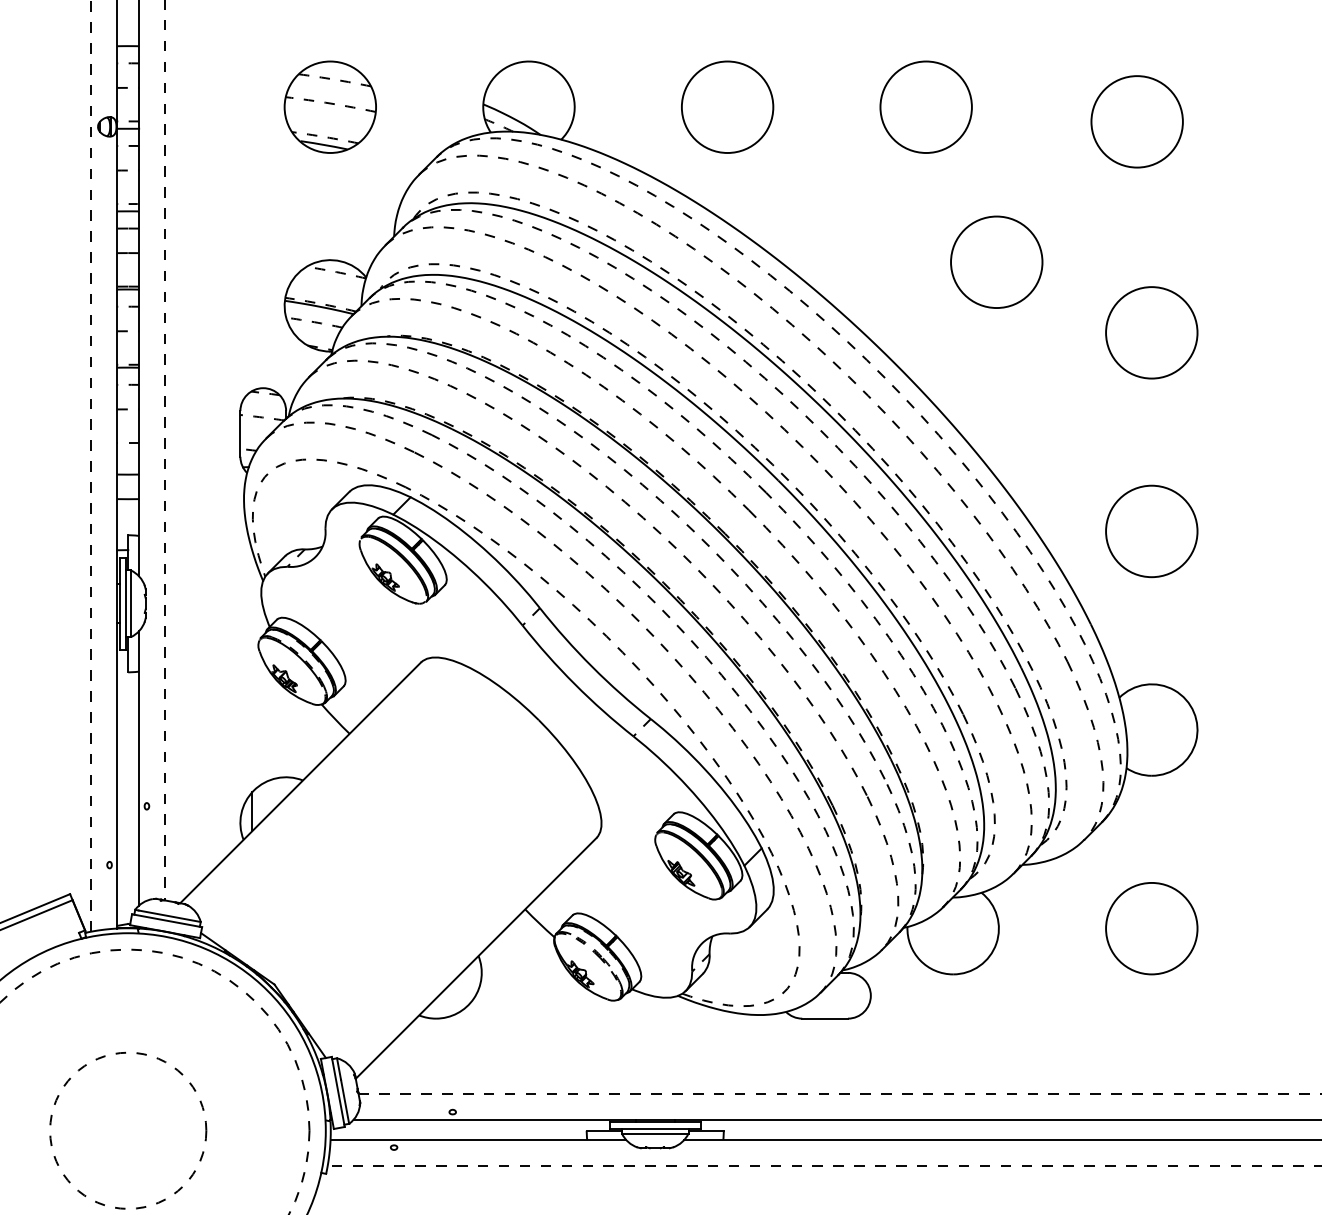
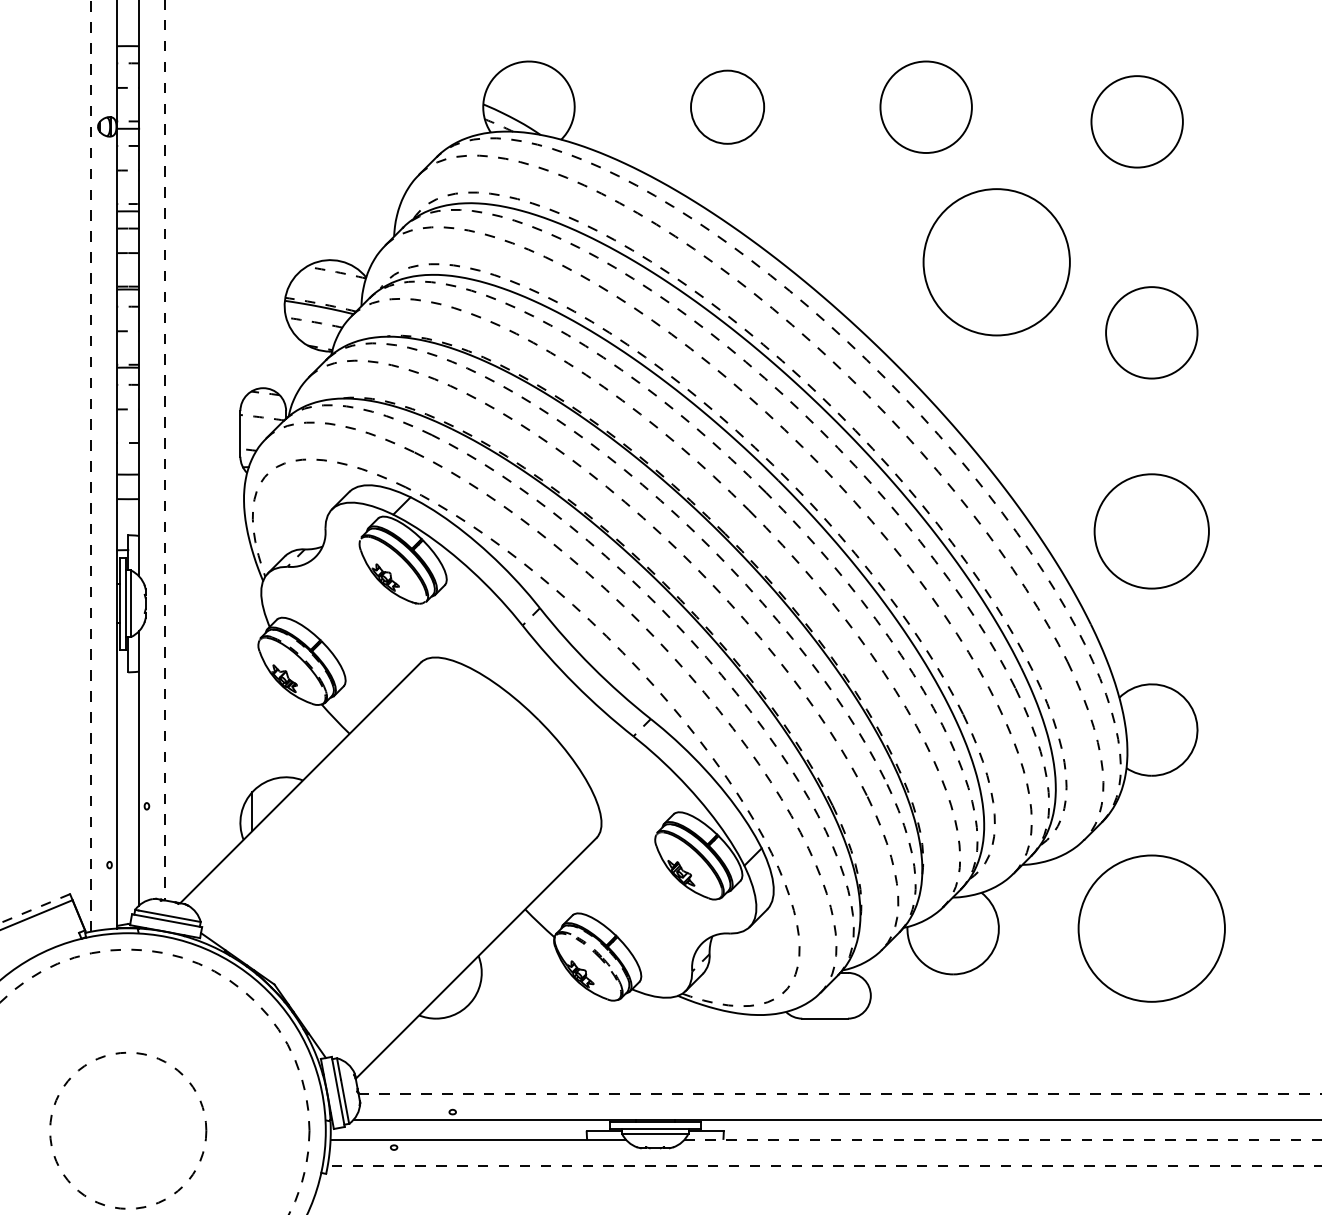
part at (329, 106): present -> none
circle at (727, 106) diameter: 91 px -> 73 px
circle at (996, 262) diameter: 91 px -> 146 px
circle at (1151, 531) diameter: 91 px -> 114 px
line at (35, 908): solid -> dashed
circle at (1151, 928) diameter: 91 px -> 146 px
line at (1003, 1139): solid -> dashed
